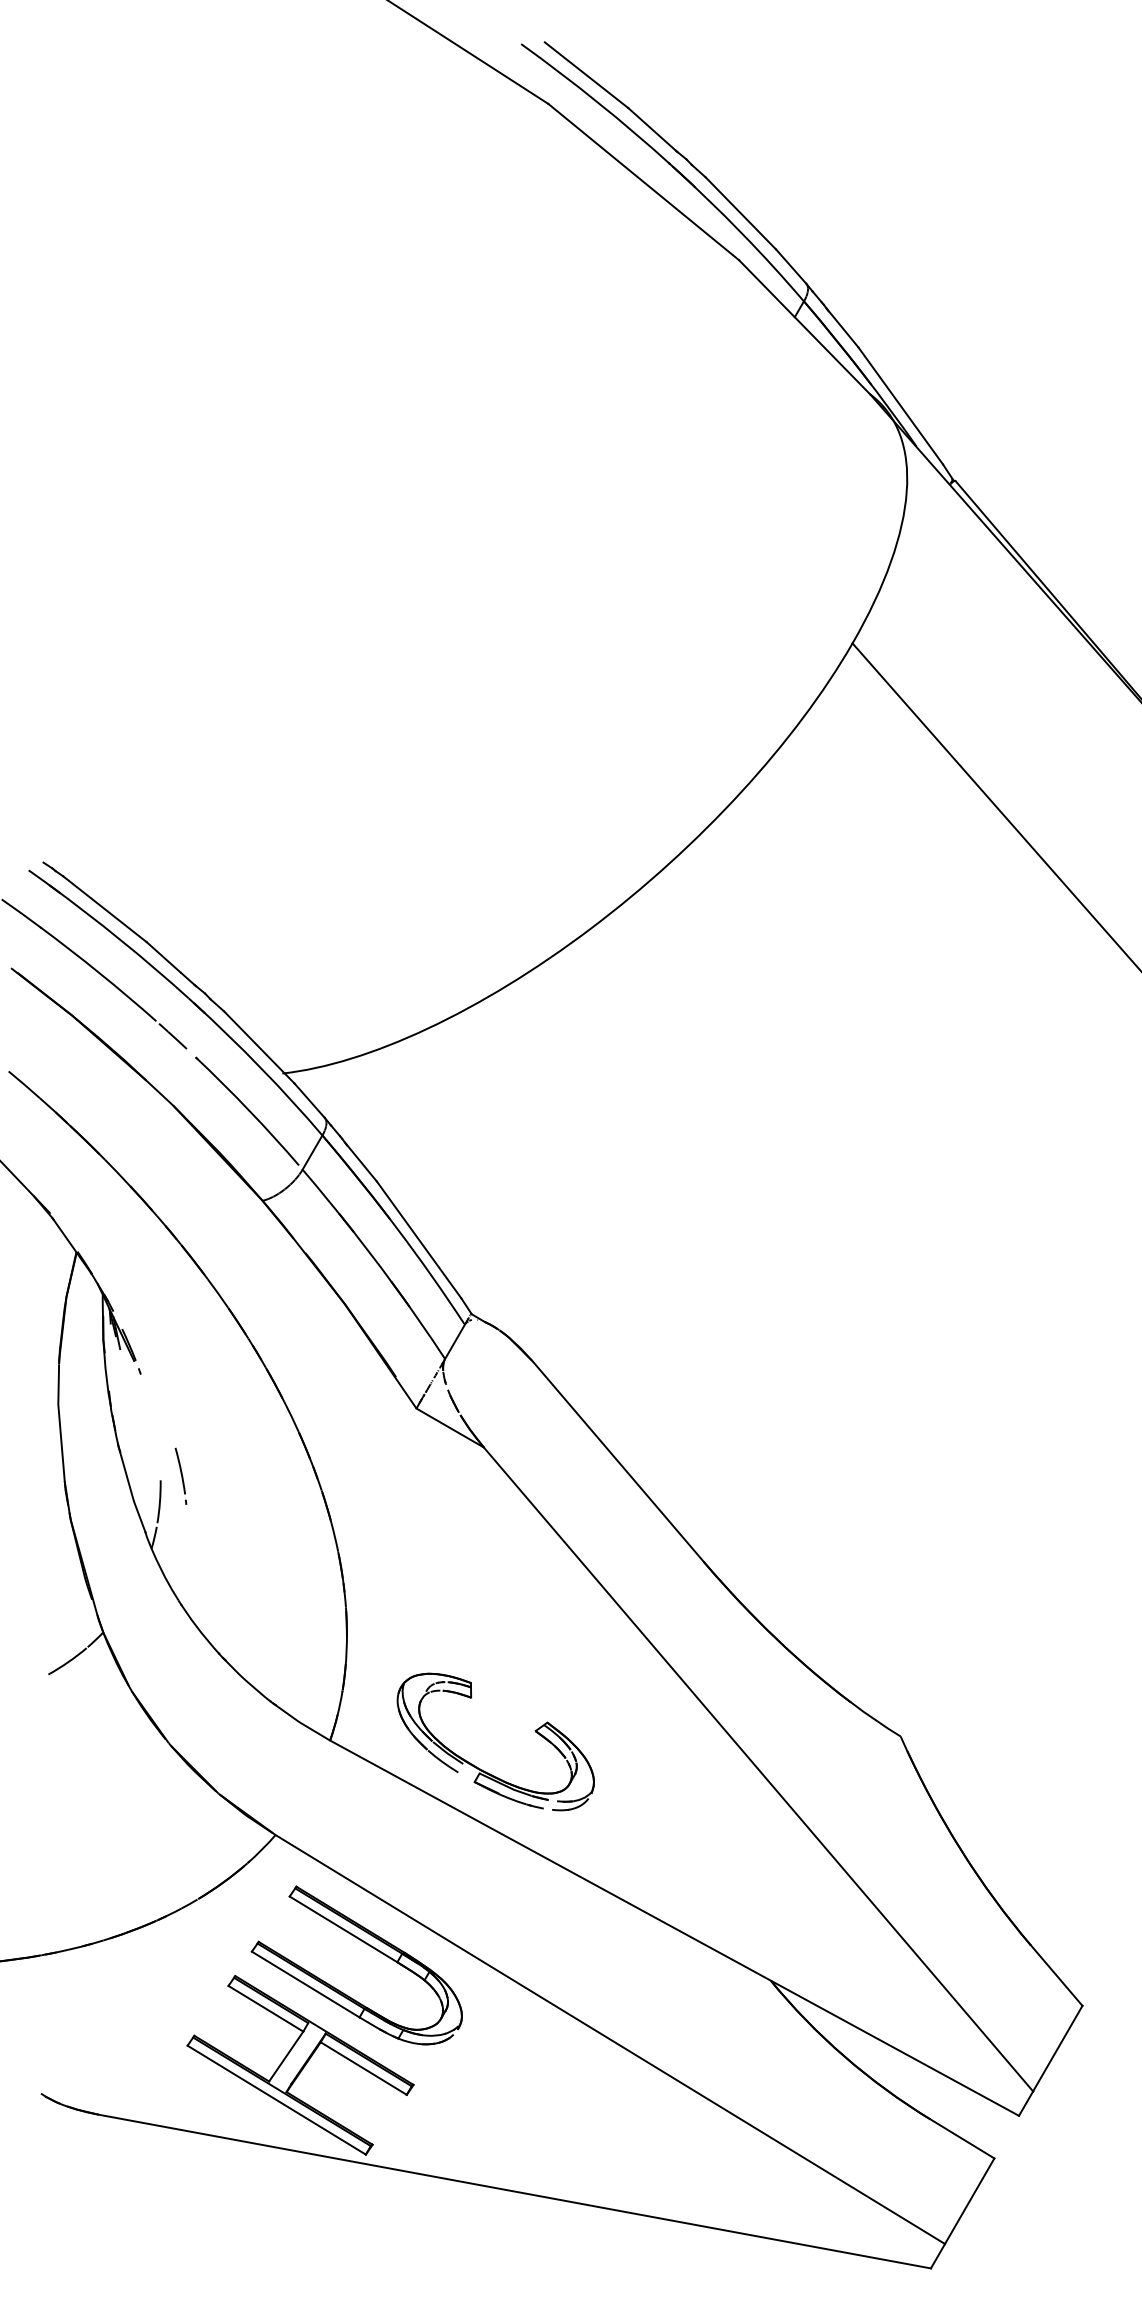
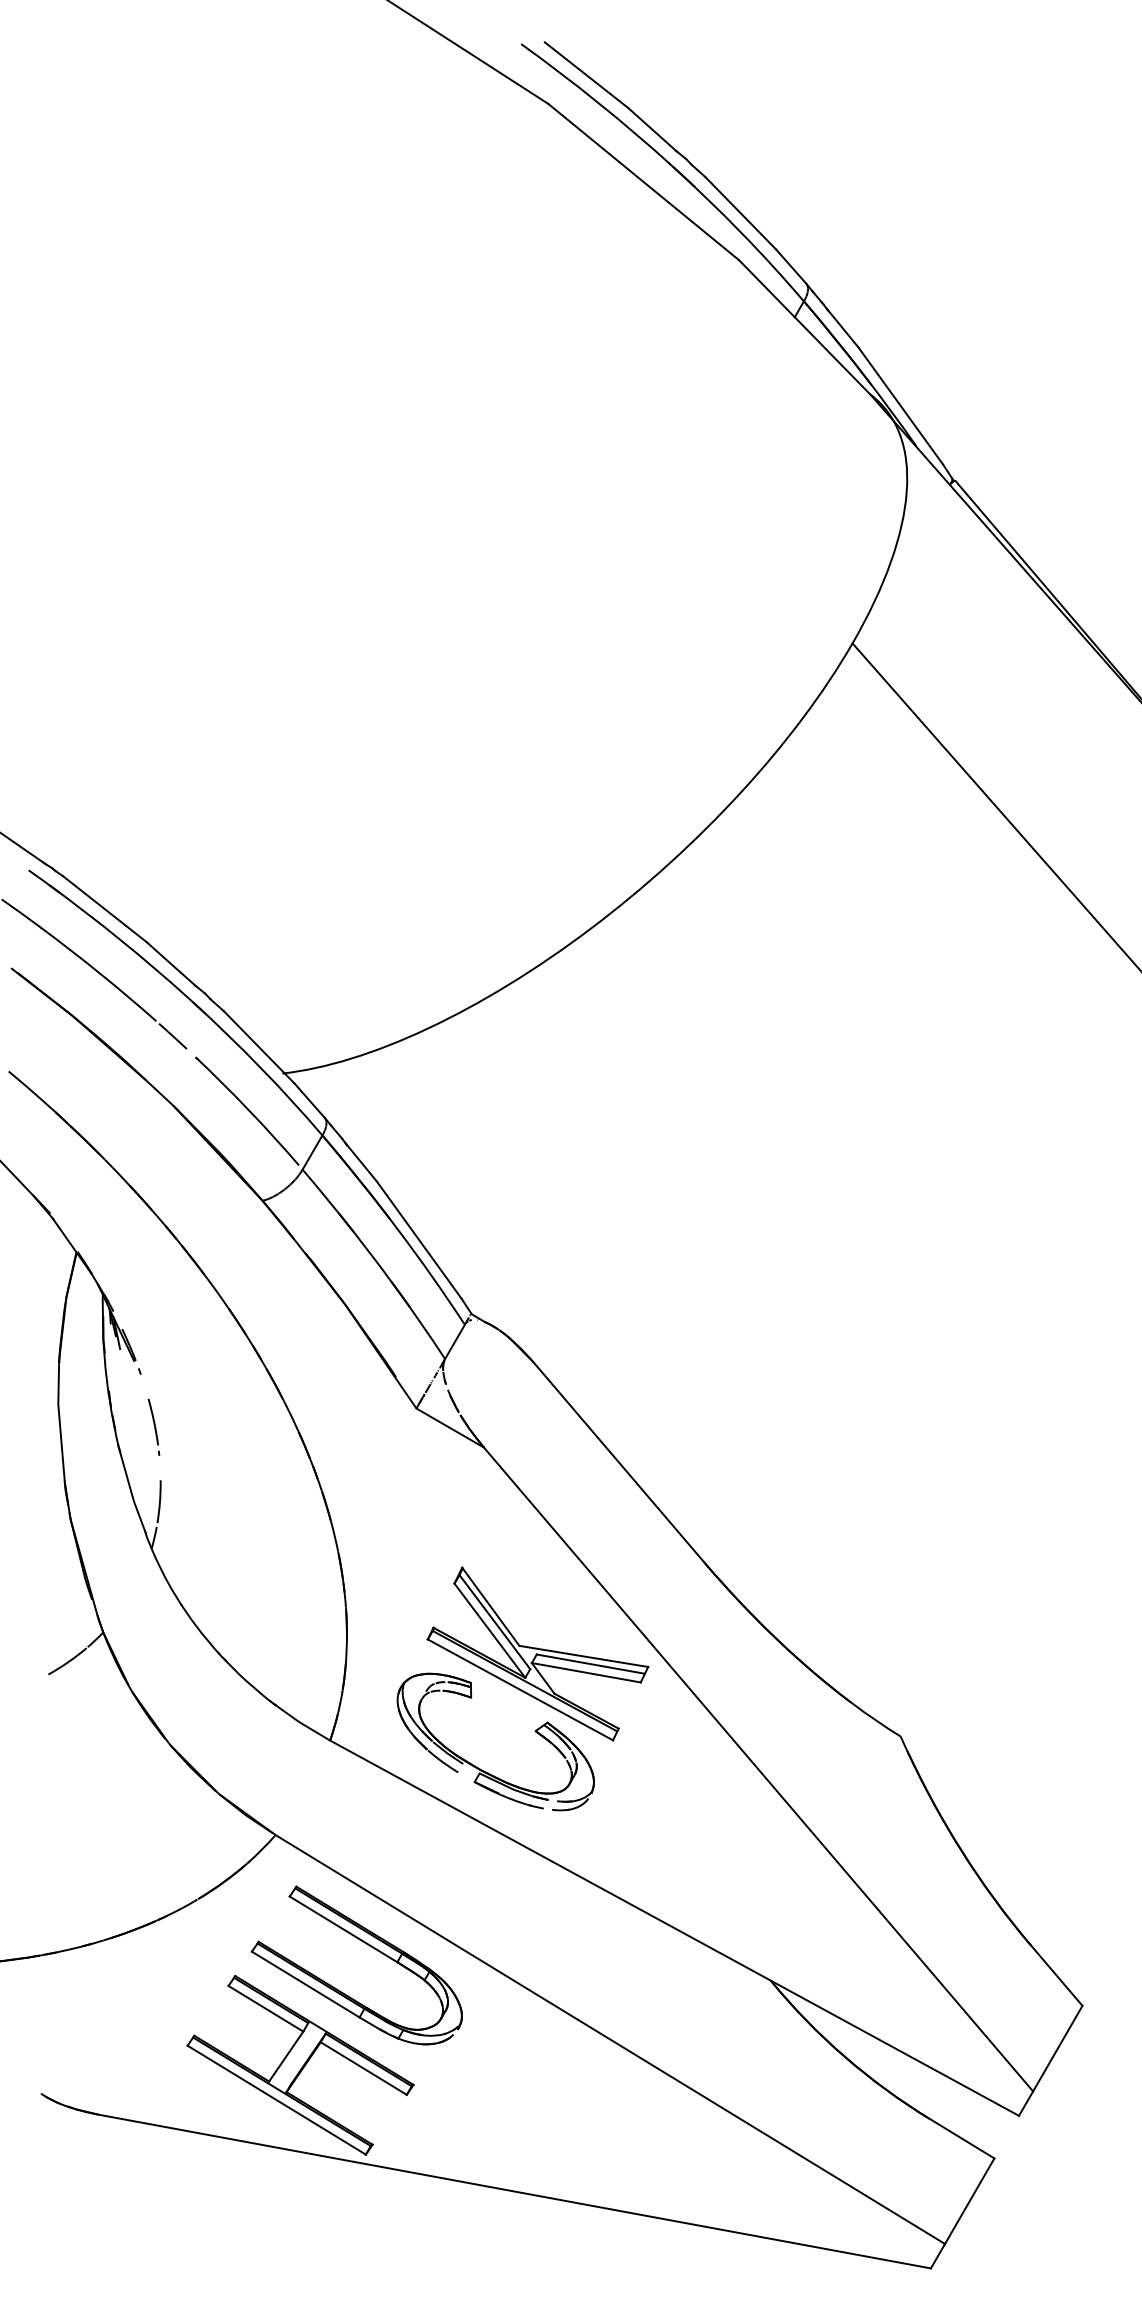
line at (24, 849): none -> present
part at (180, 1475) position: (180, 1475) -> (153, 1426)
part at (537, 1653): none -> present
